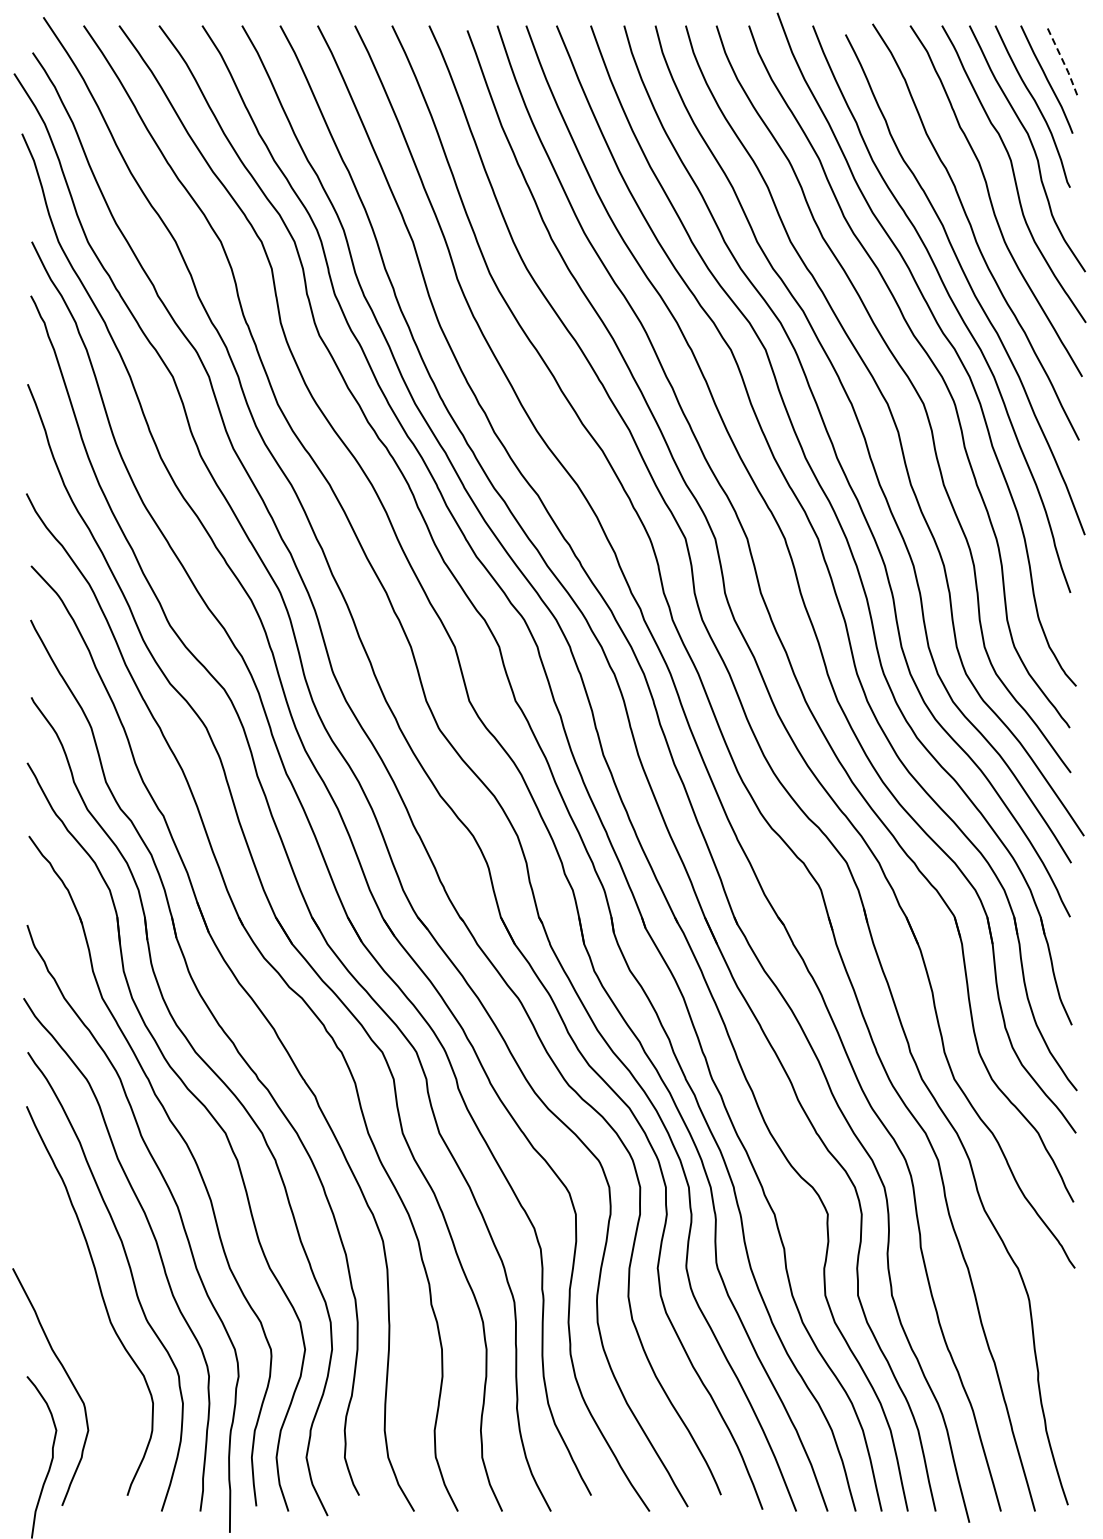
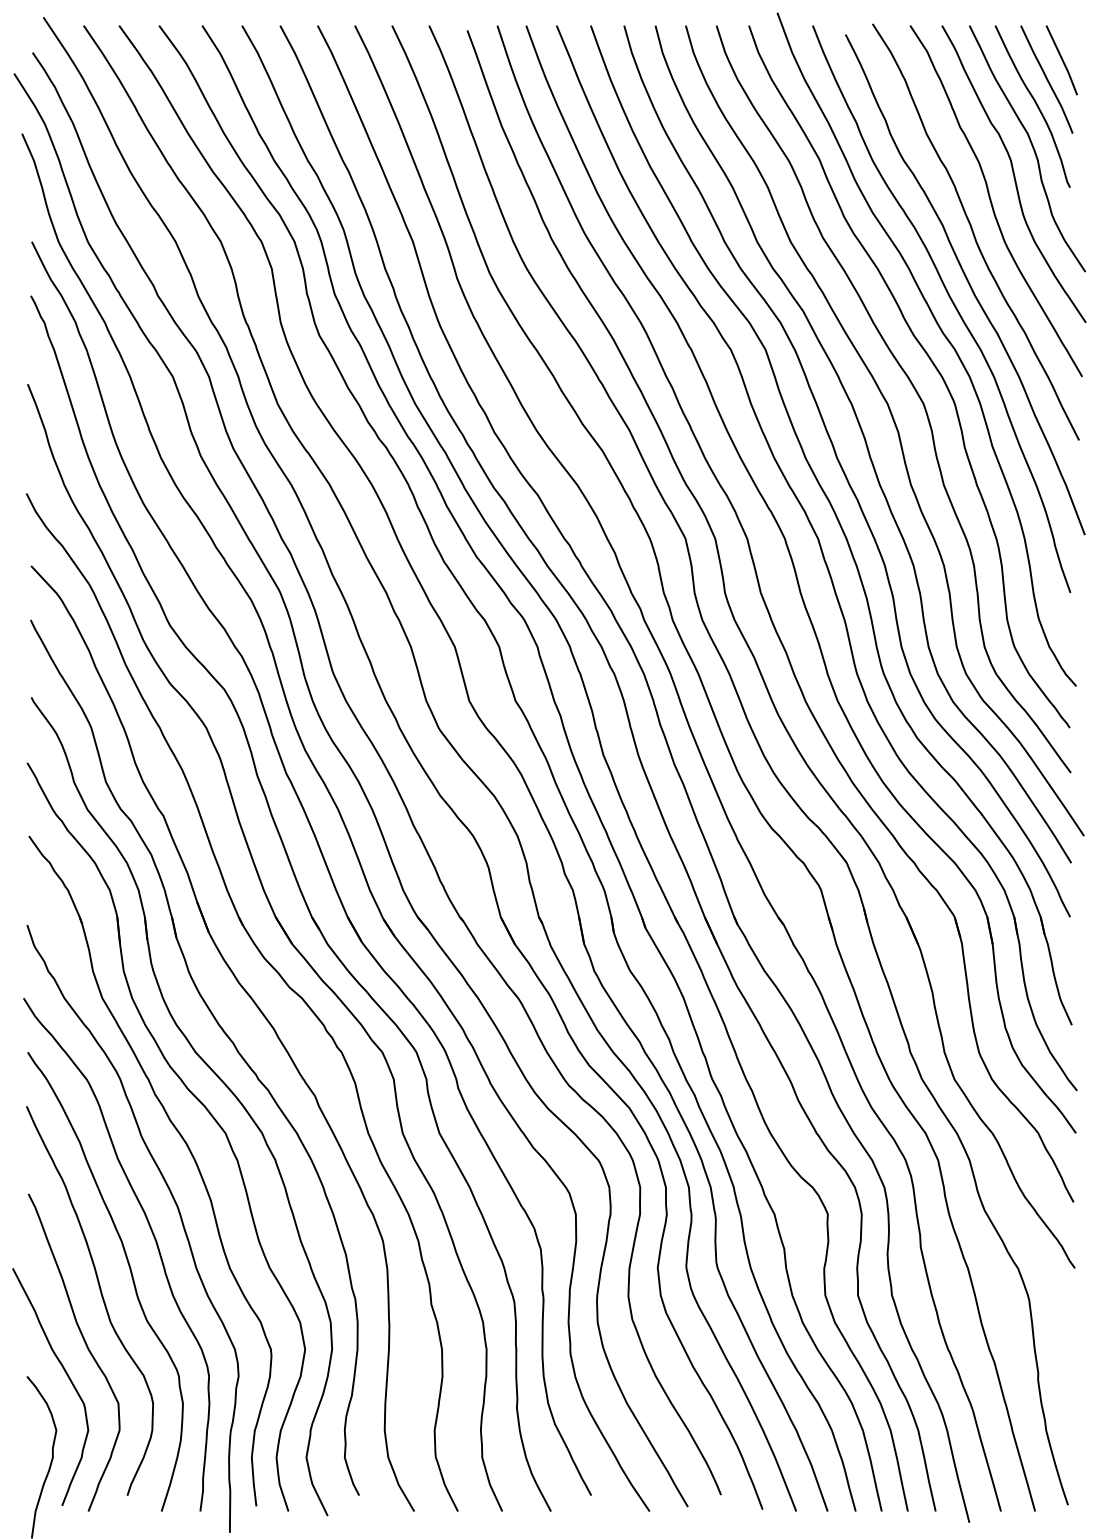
line at (1062, 60): dashed -> solid
curve at (85, 1345): none -> present
